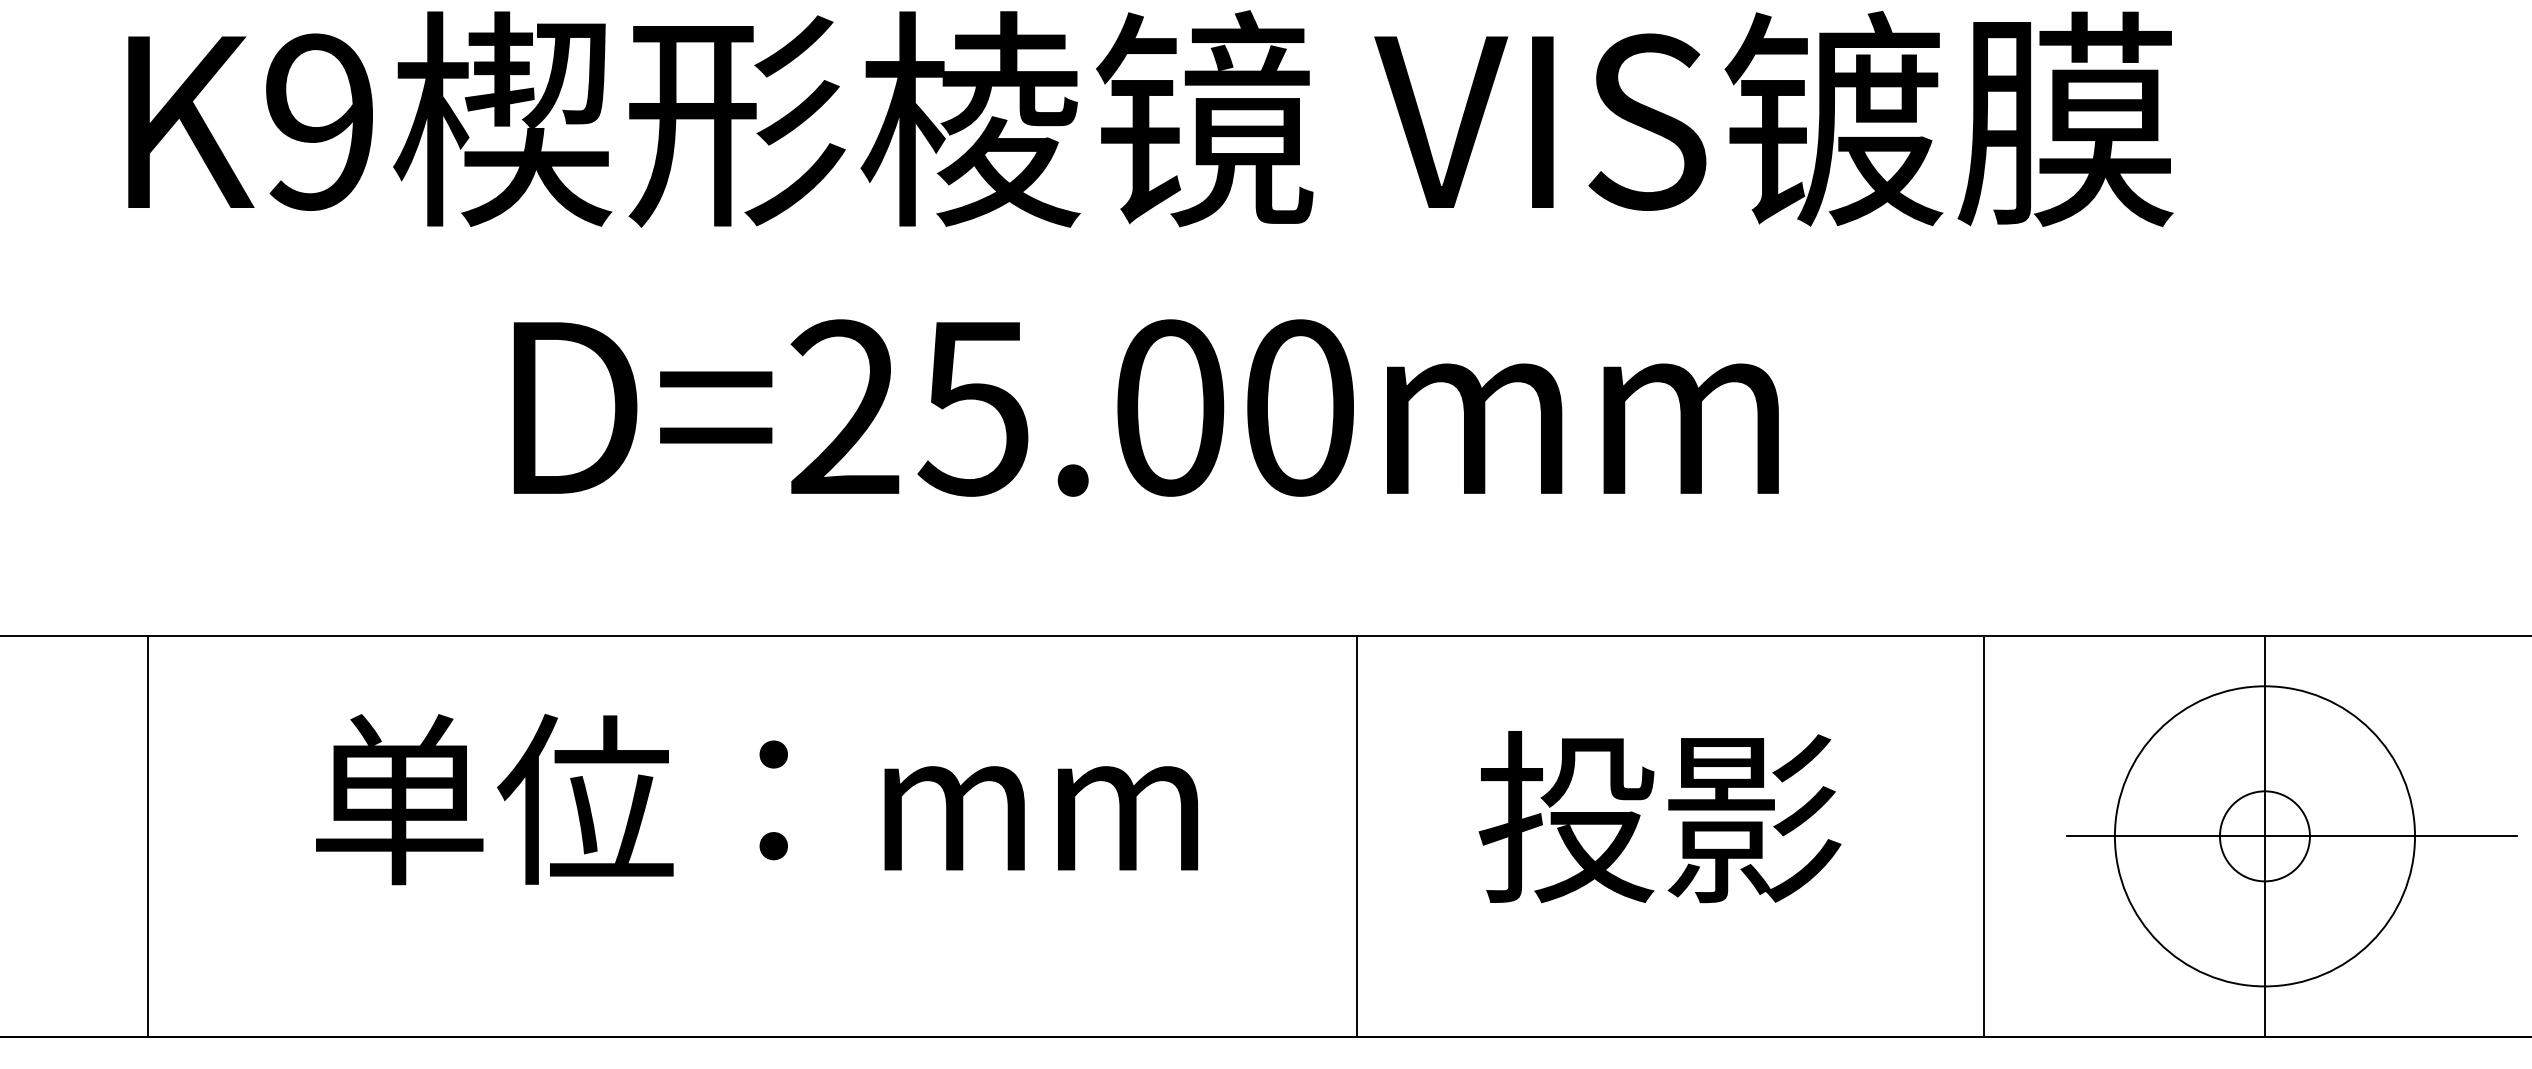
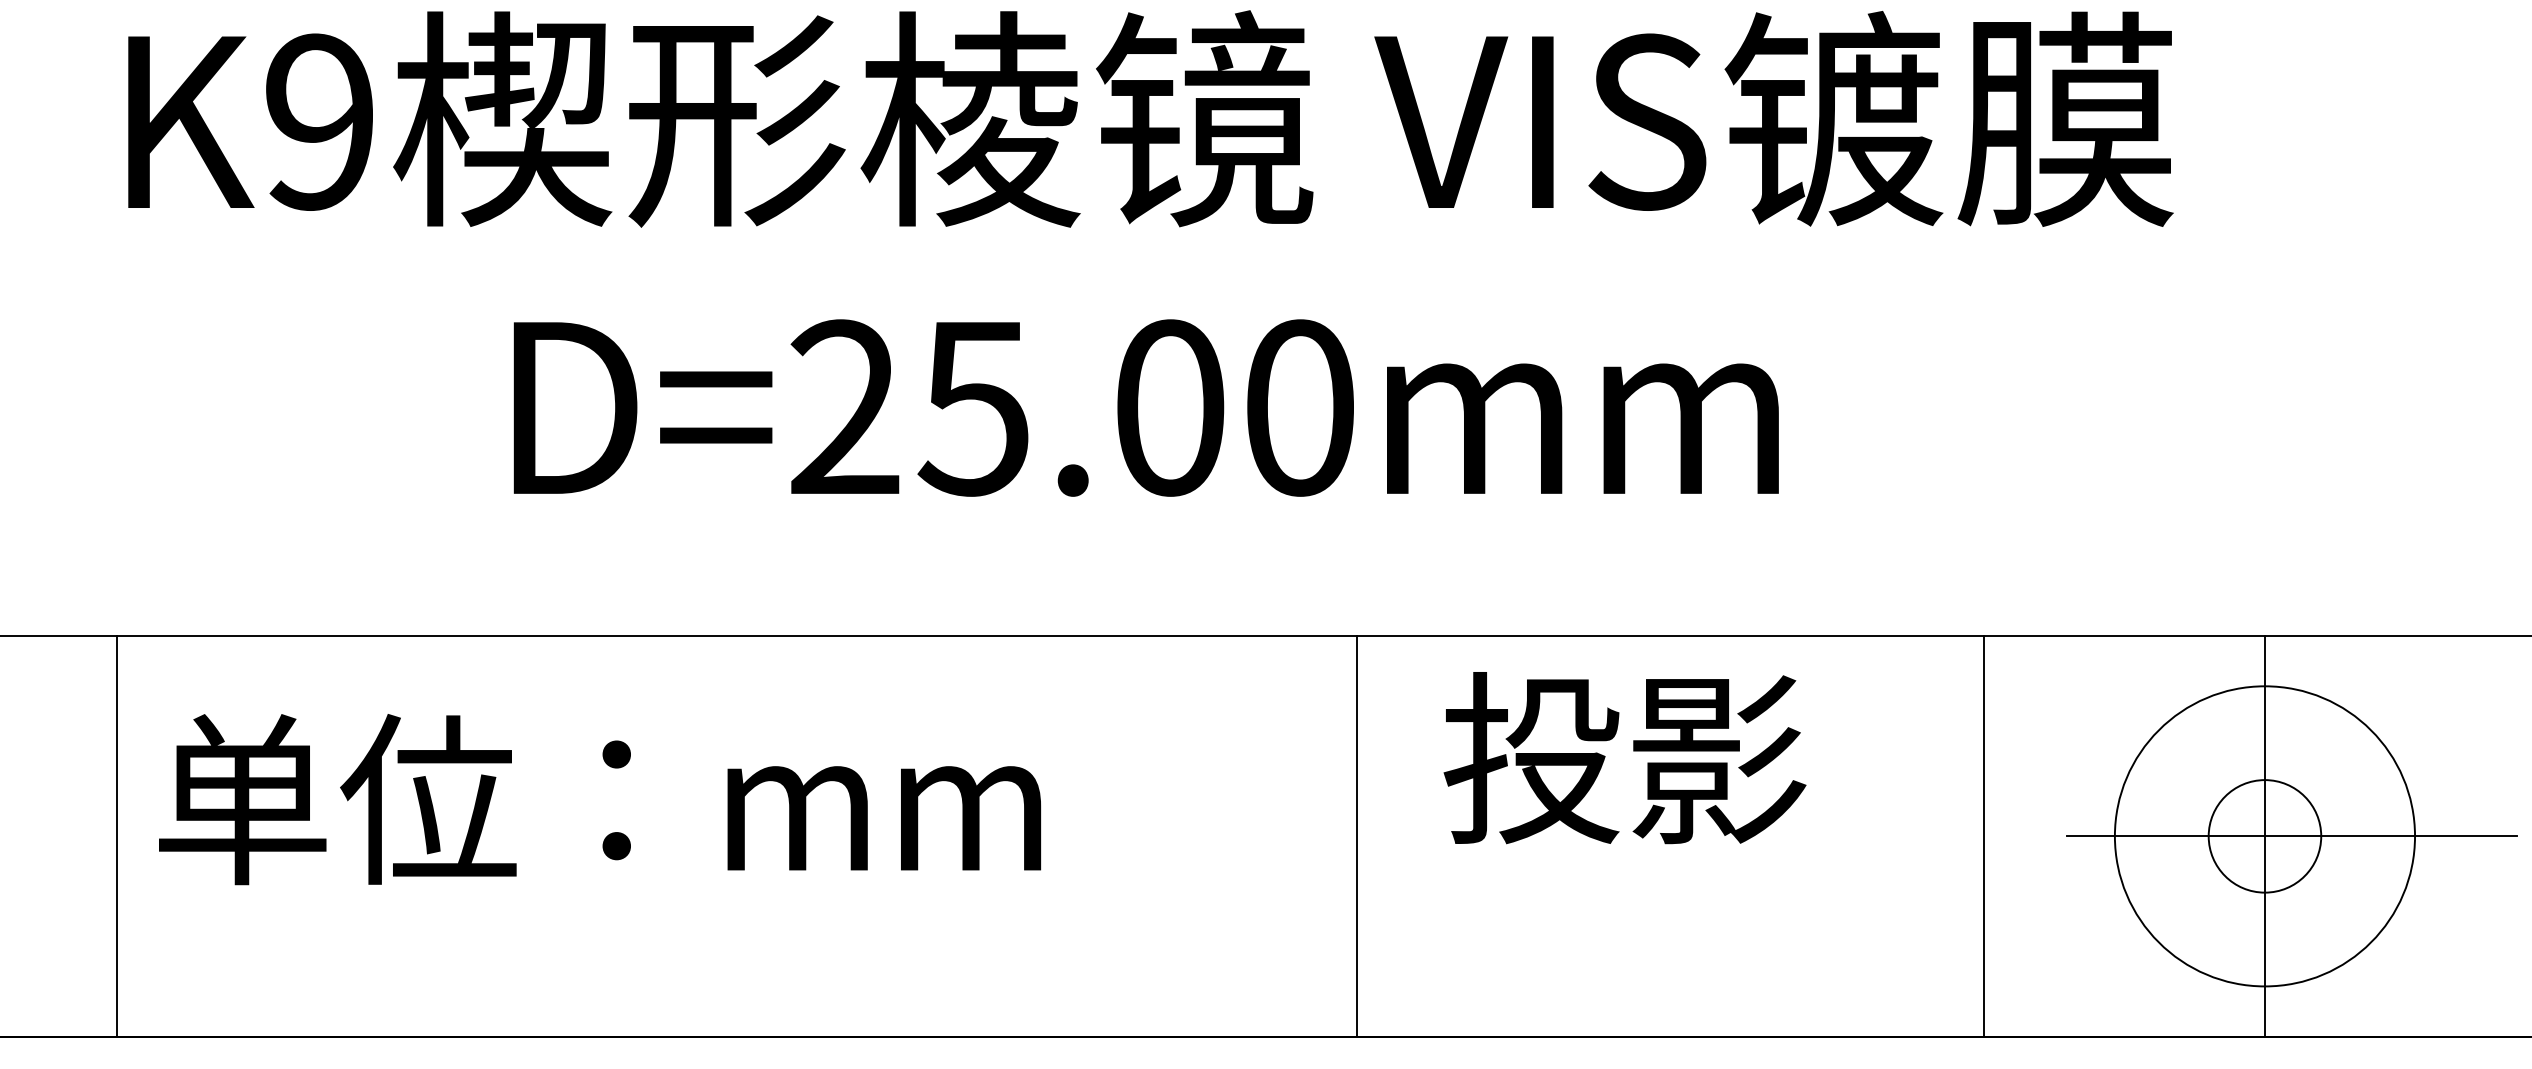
text at (757, 799) position: (757, 799) -> (600, 799)
text at (1659, 817) position: (1659, 817) -> (1624, 758)
line at (148, 836) position: (148, 836) -> (117, 836)
circle at (2264, 836) diameter: 90 px -> 113 px
